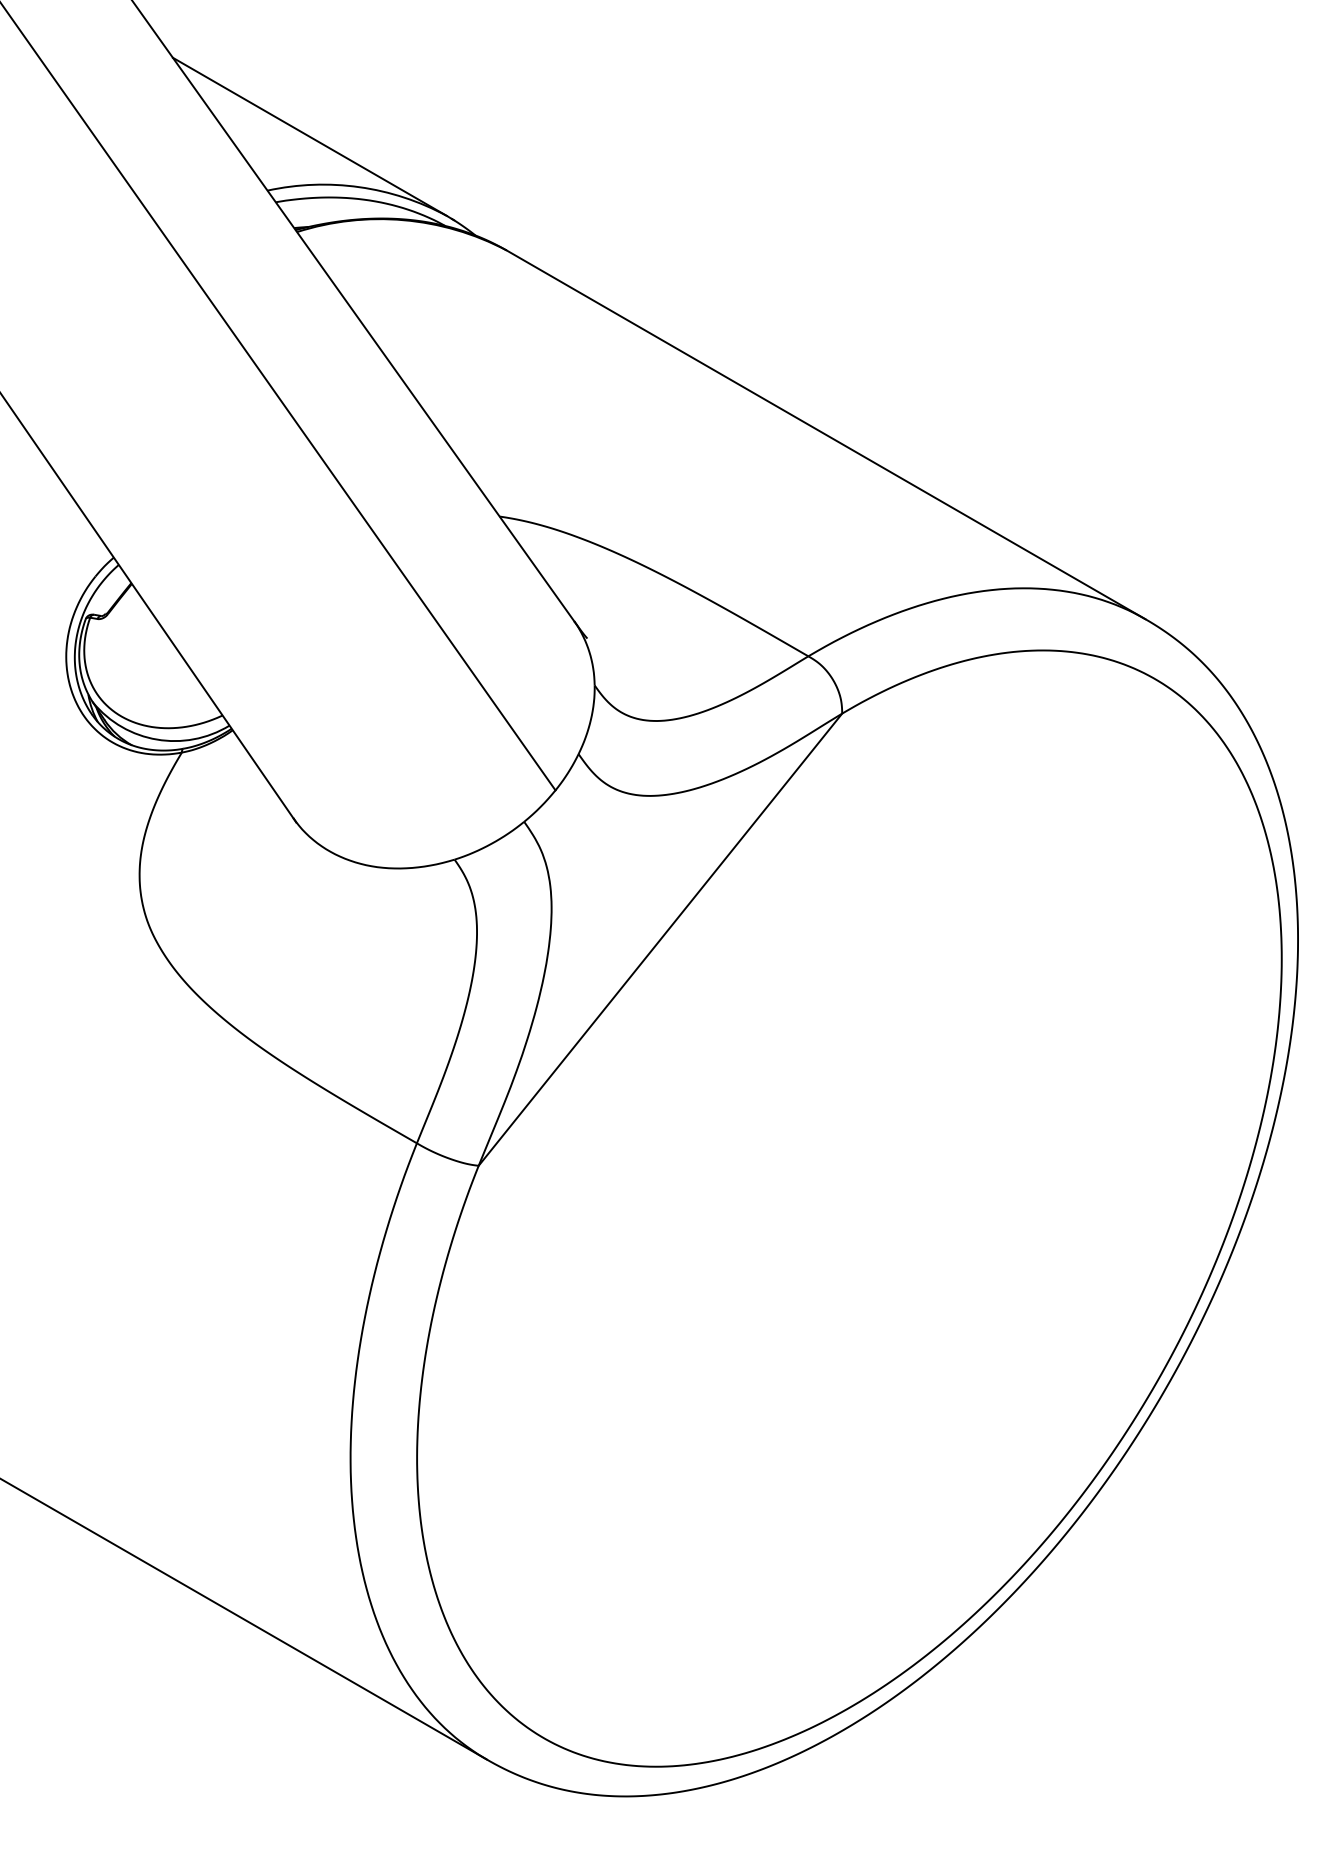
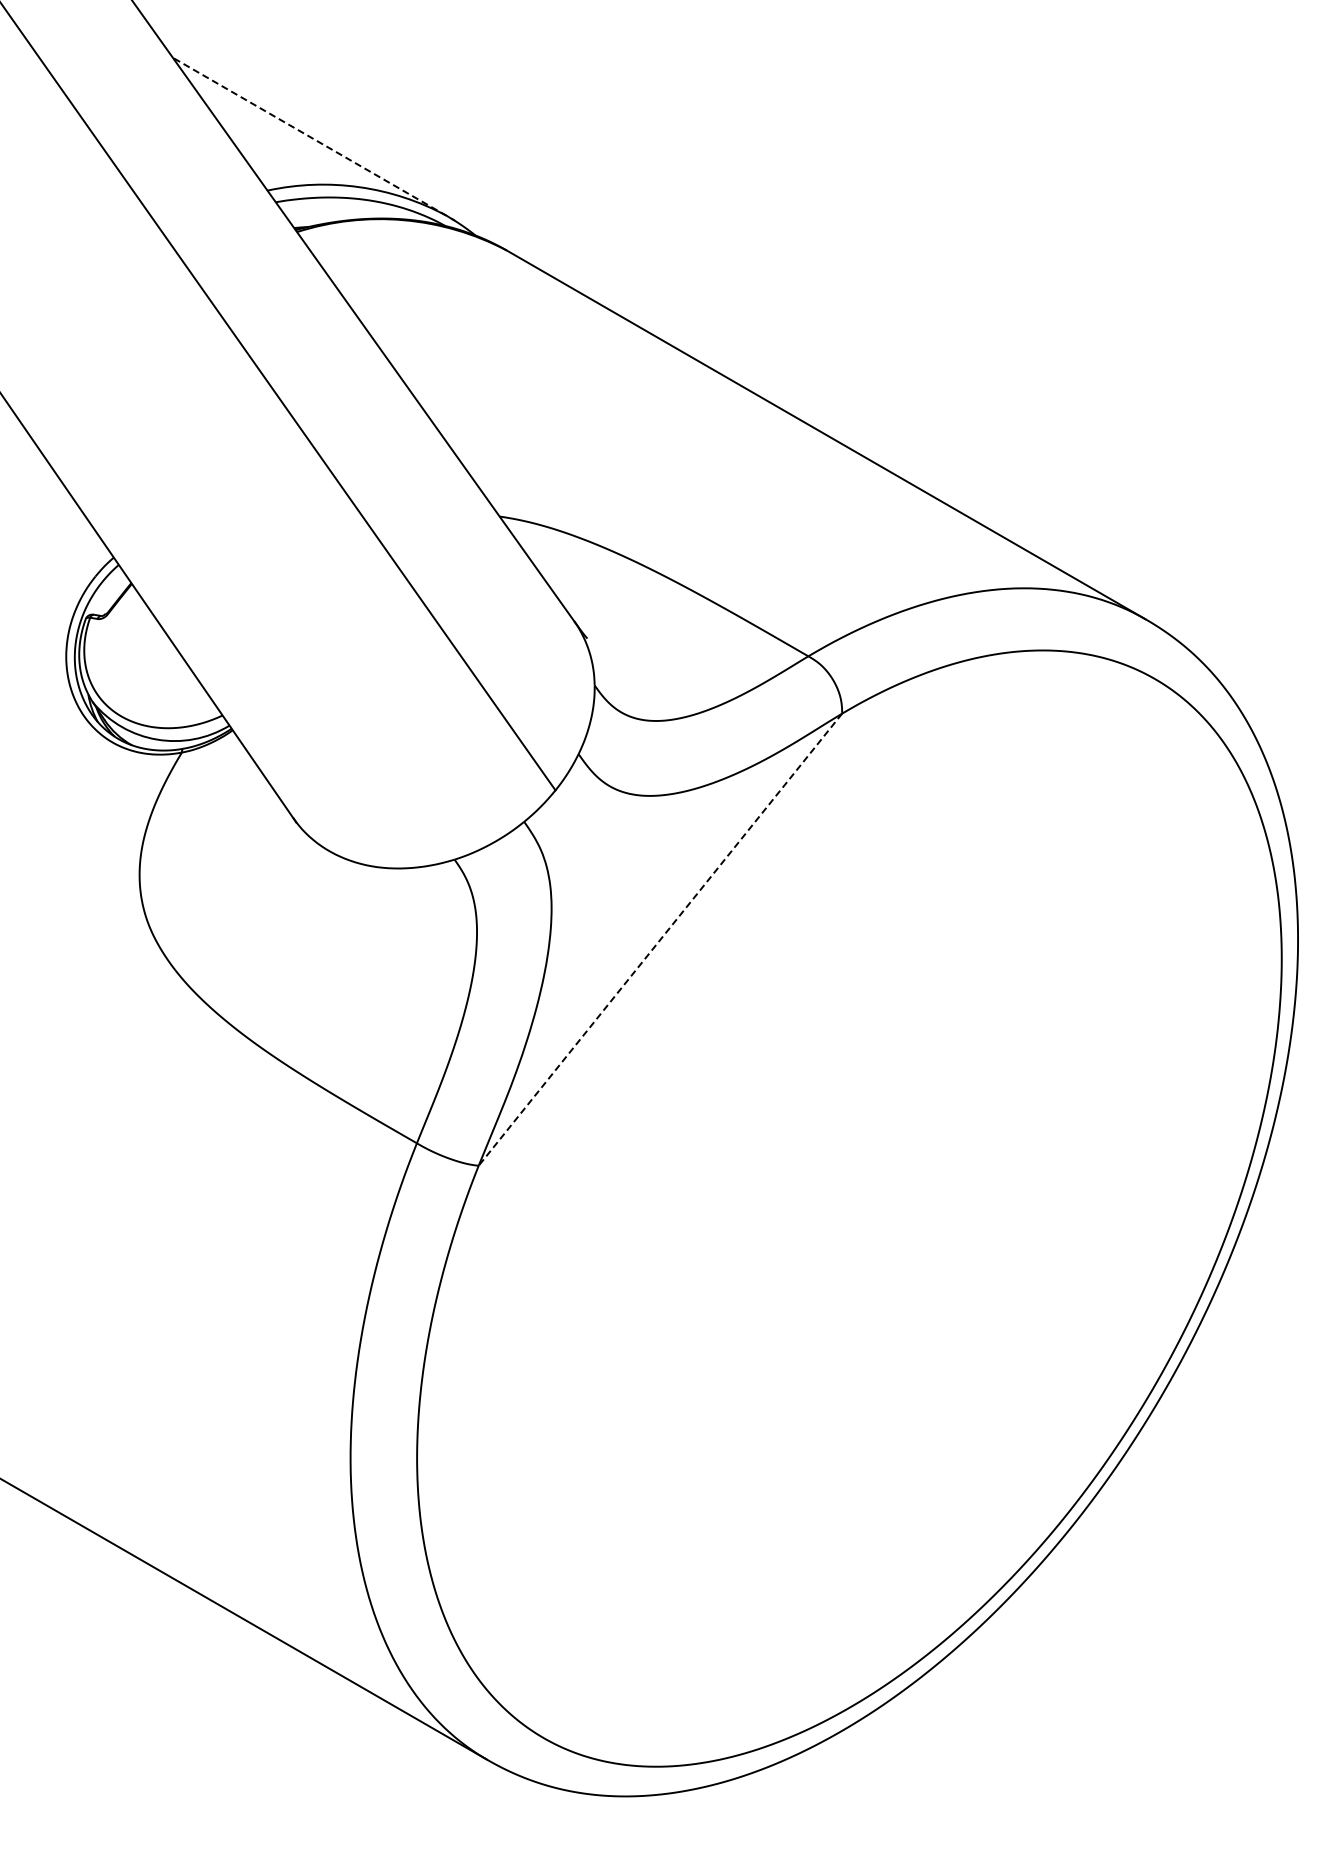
line at (309, 136): solid -> dashed
line at (660, 940): solid -> dashed
